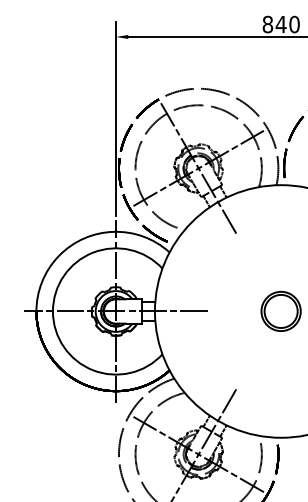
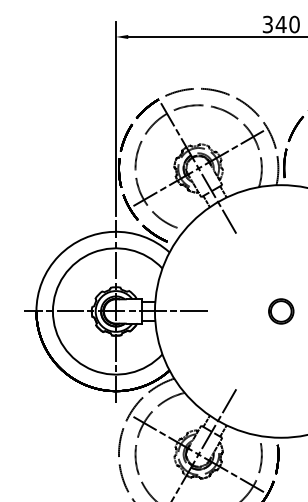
text at (267, 24): 840 -> 340
part at (280, 310) size: 42x42 px -> 27x27 px
